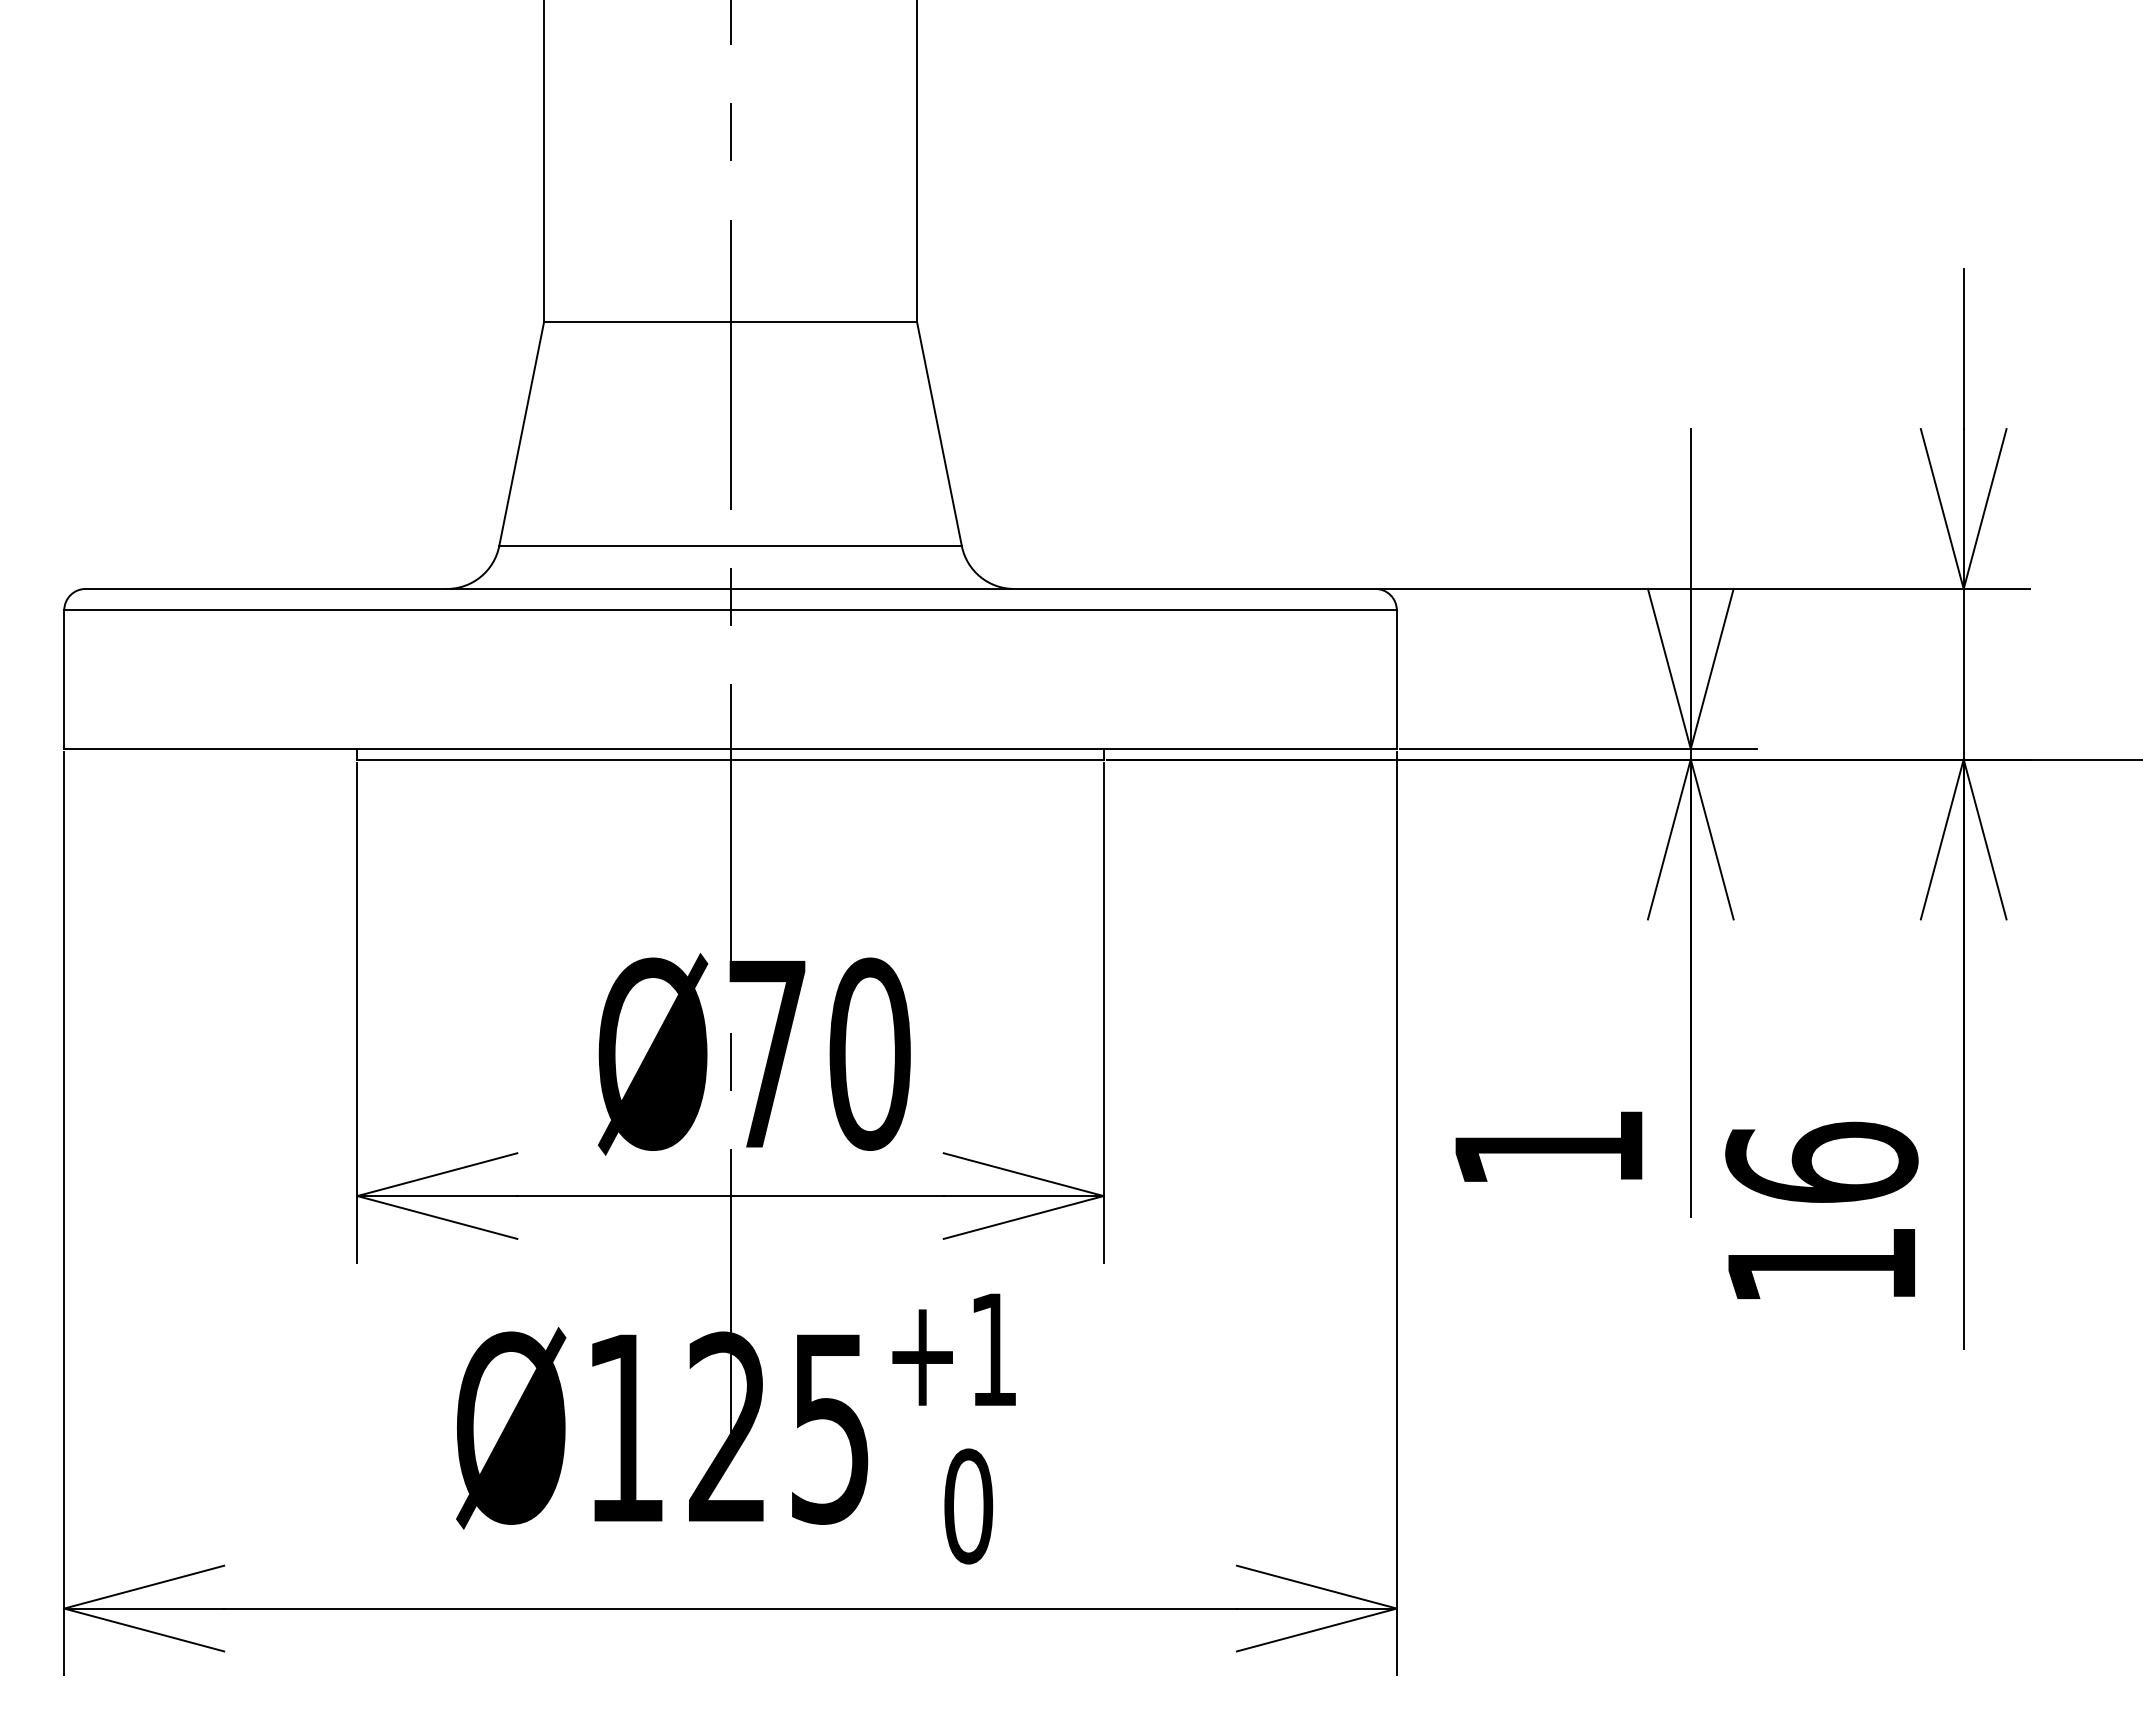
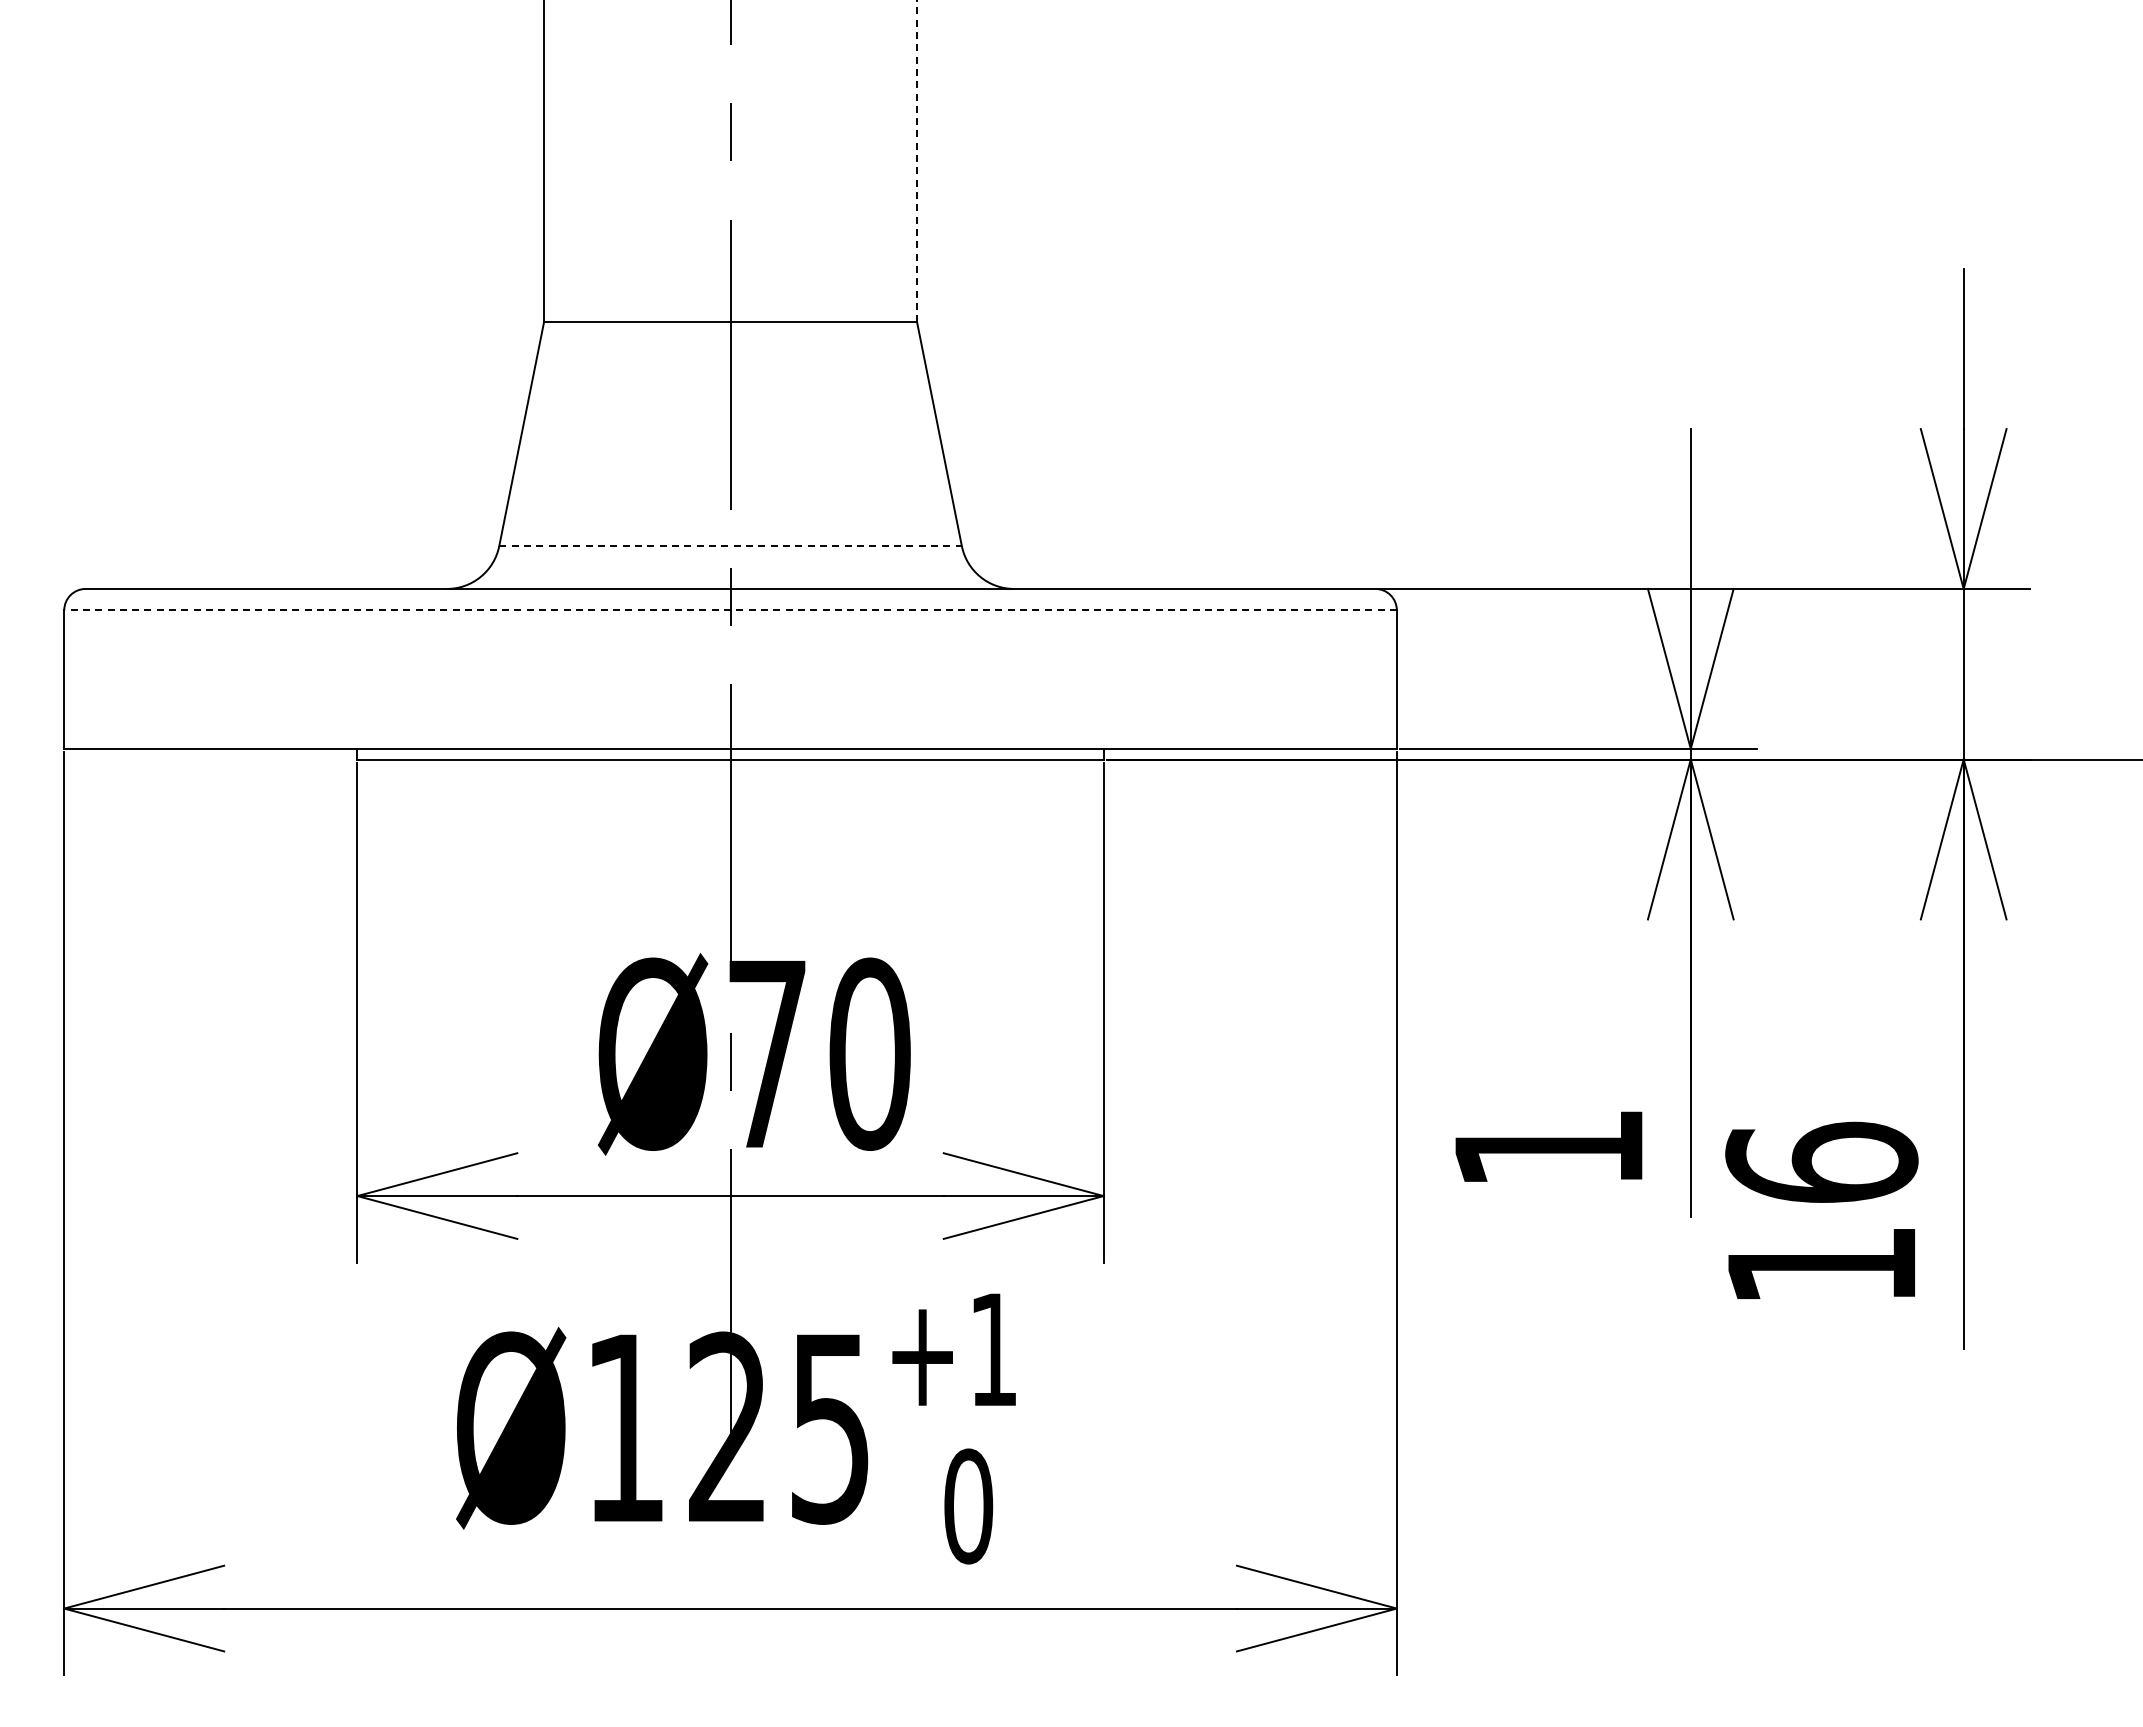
line at (917, 161): solid -> dashed
line at (731, 546): solid -> dashed
line at (730, 610): solid -> dashed
